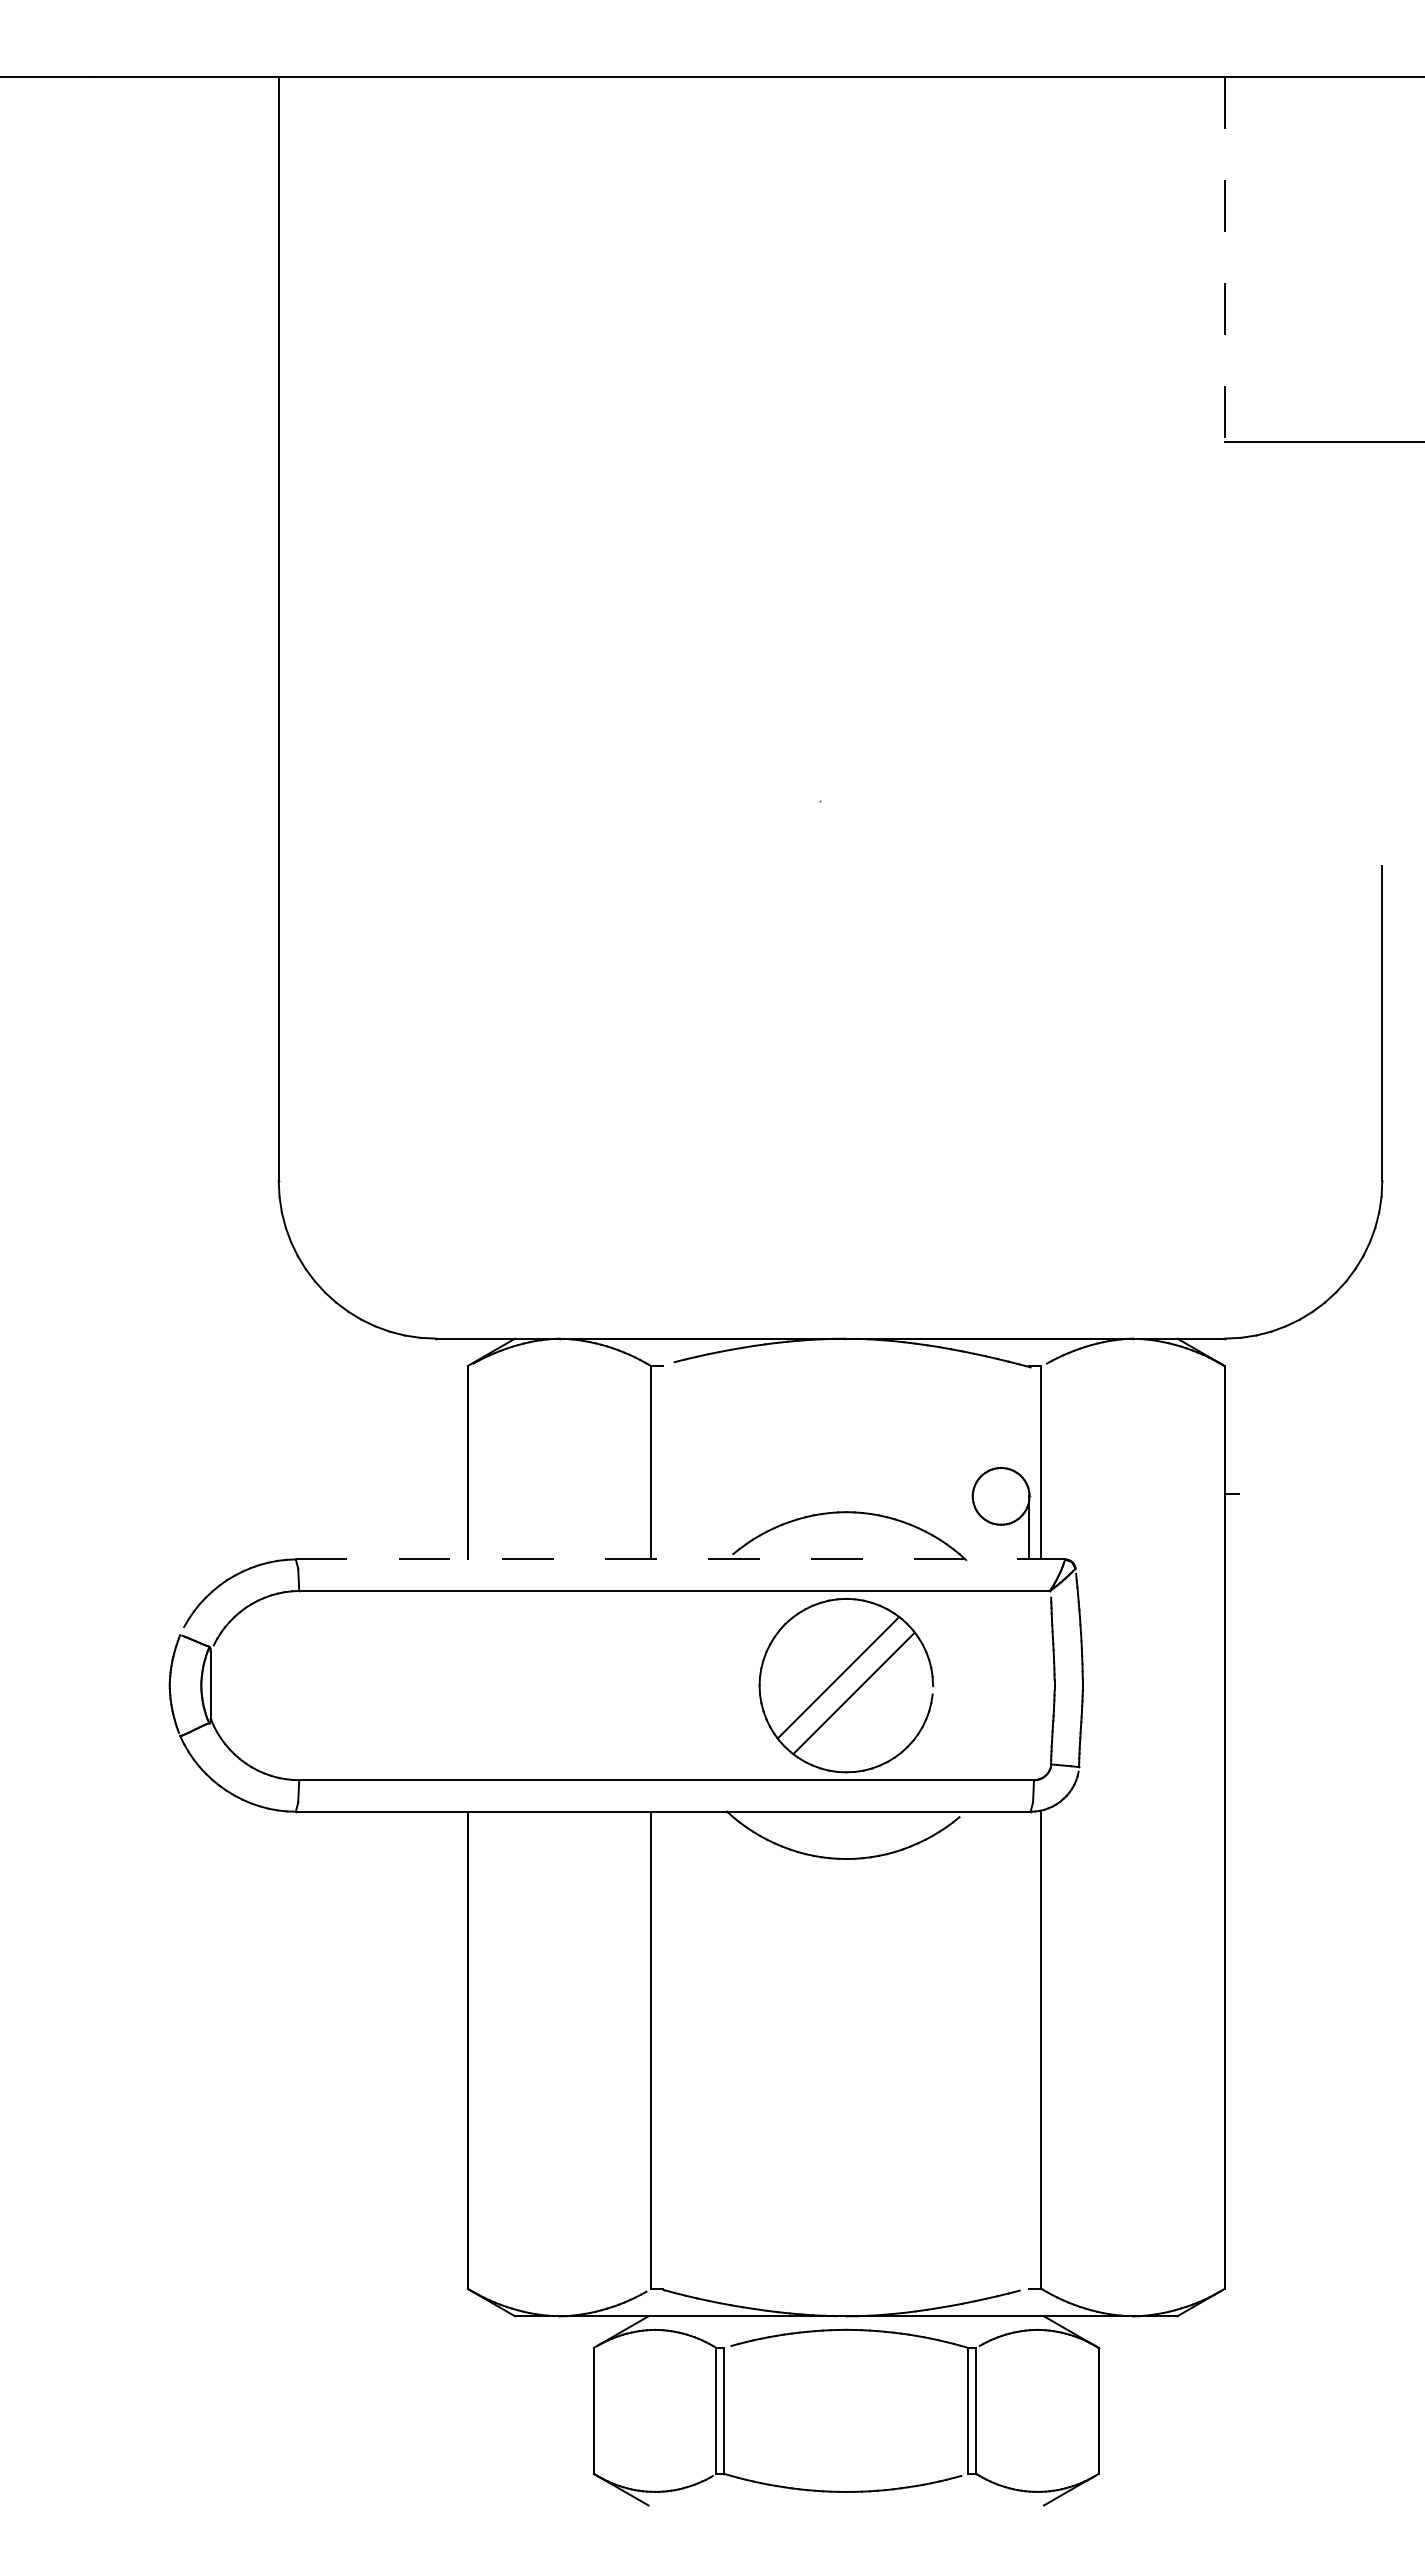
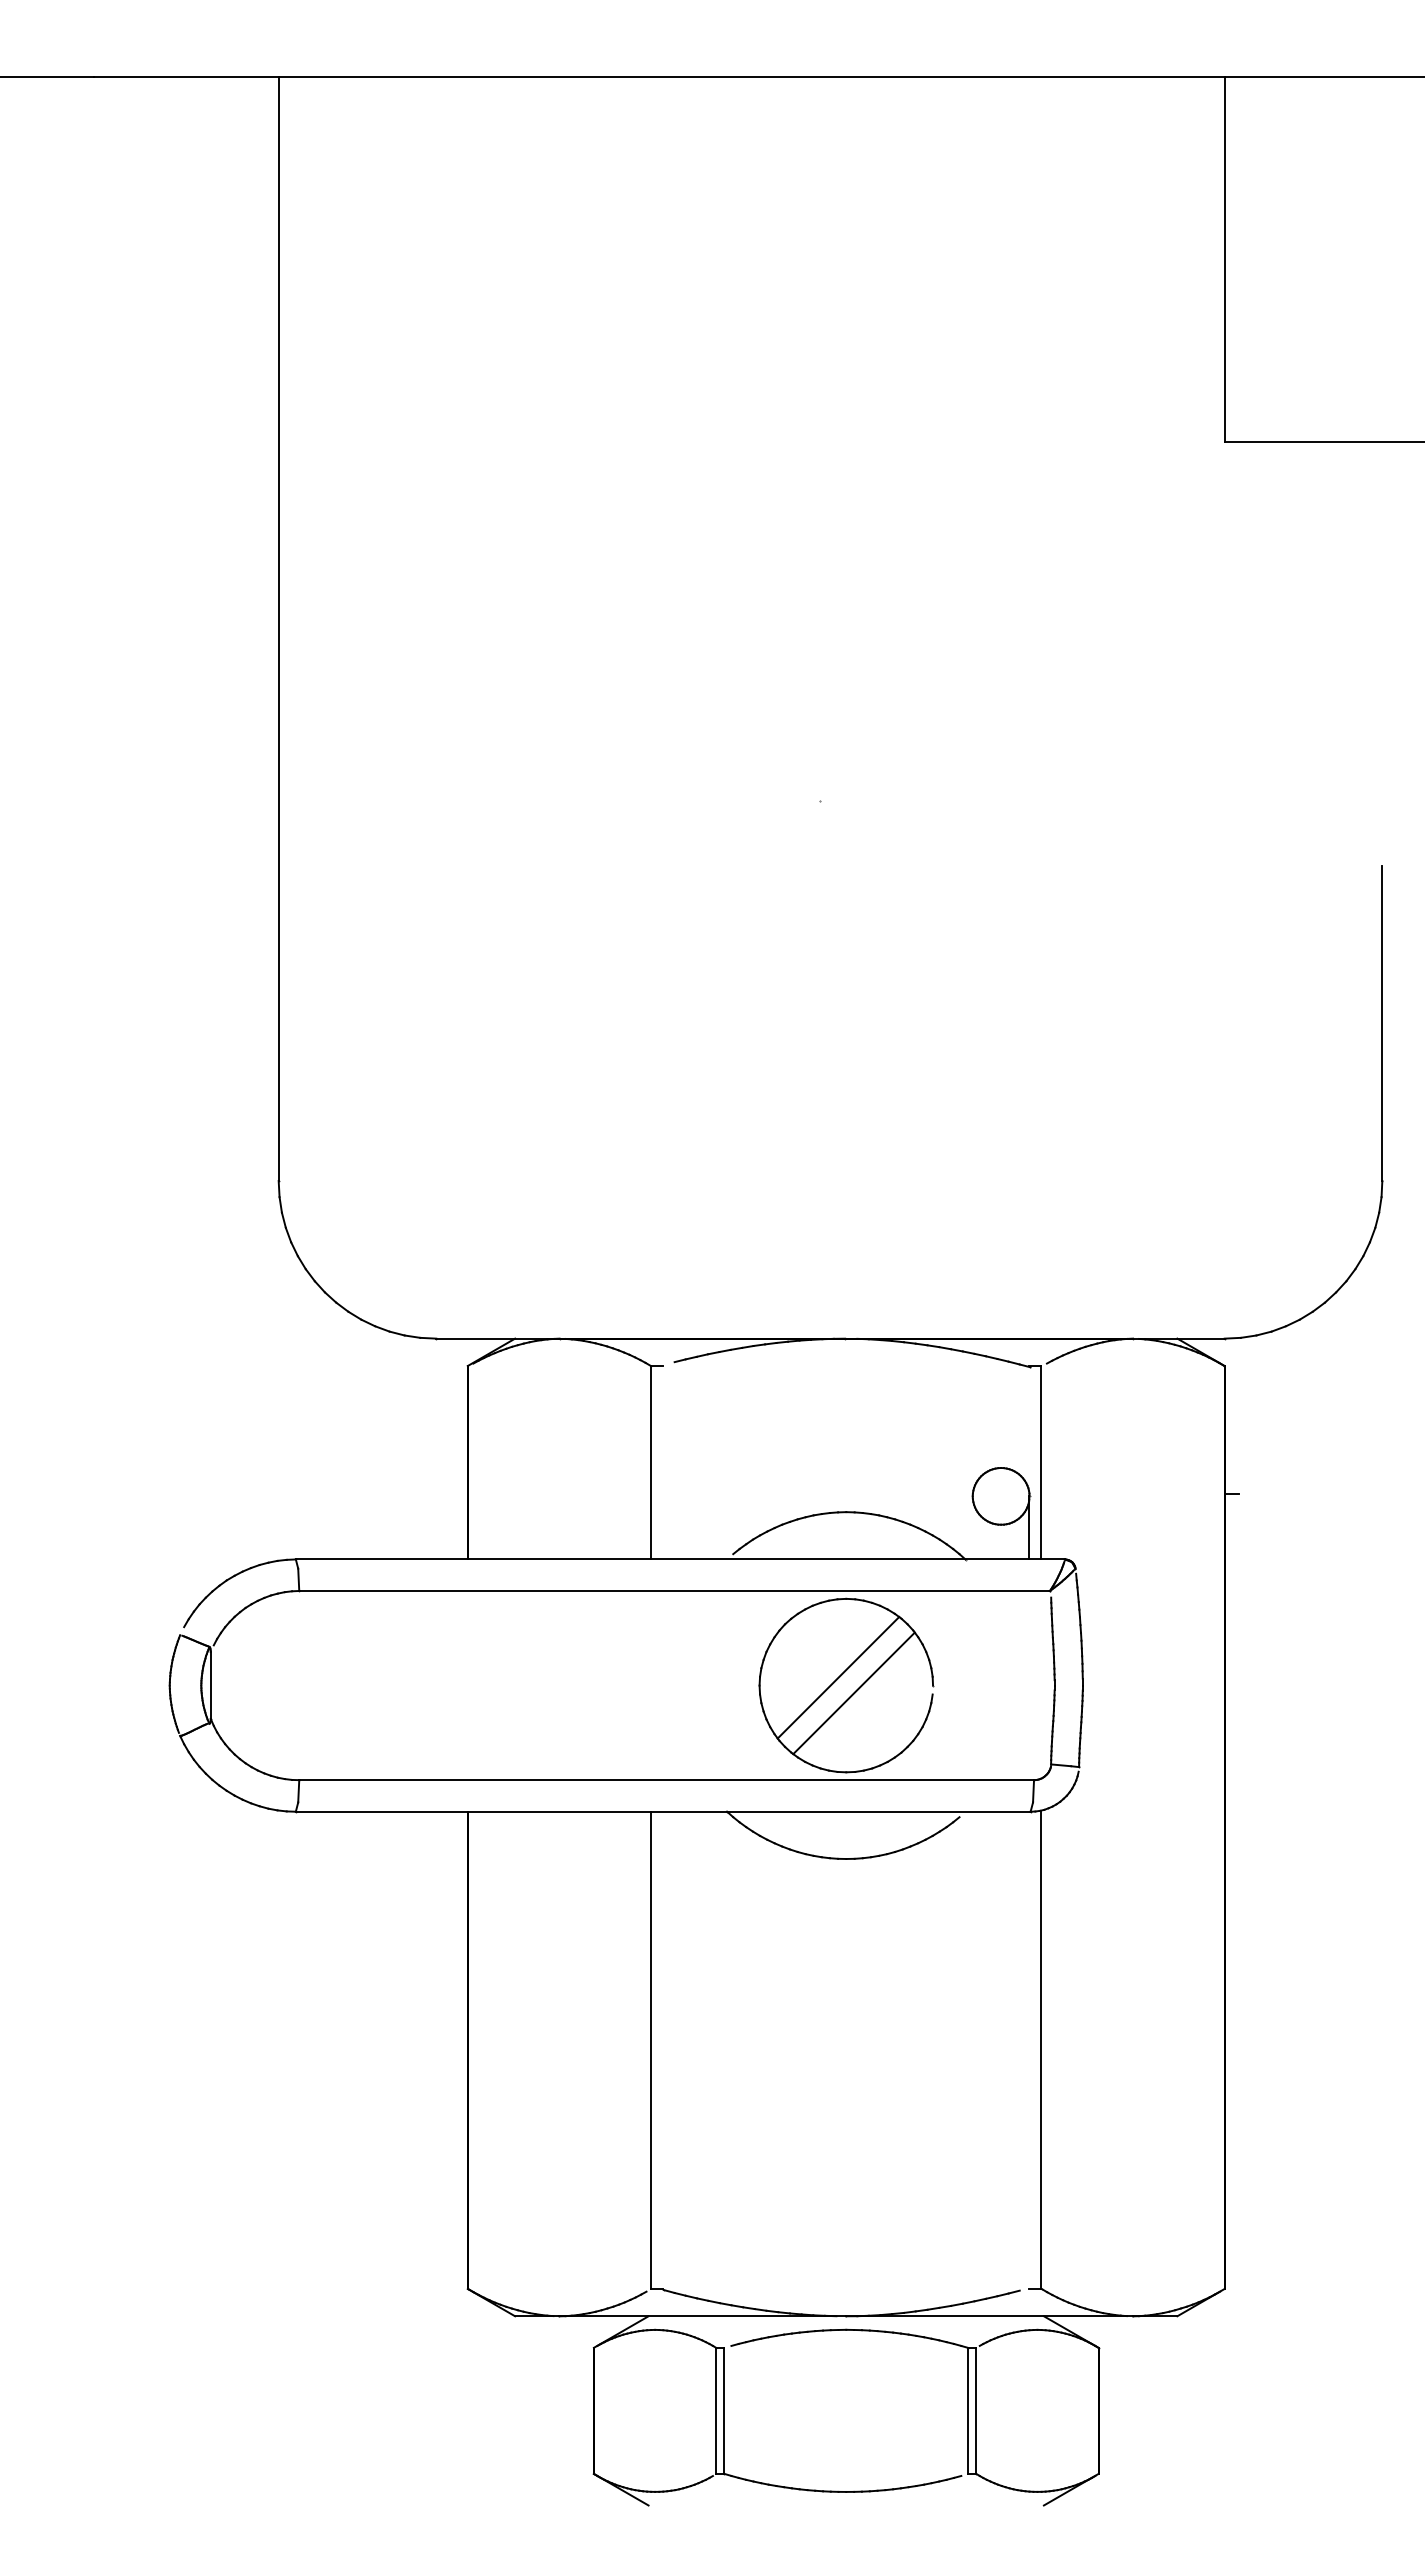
line at (1224, 259): dashed -> solid
line at (680, 1559): dashed -> solid
